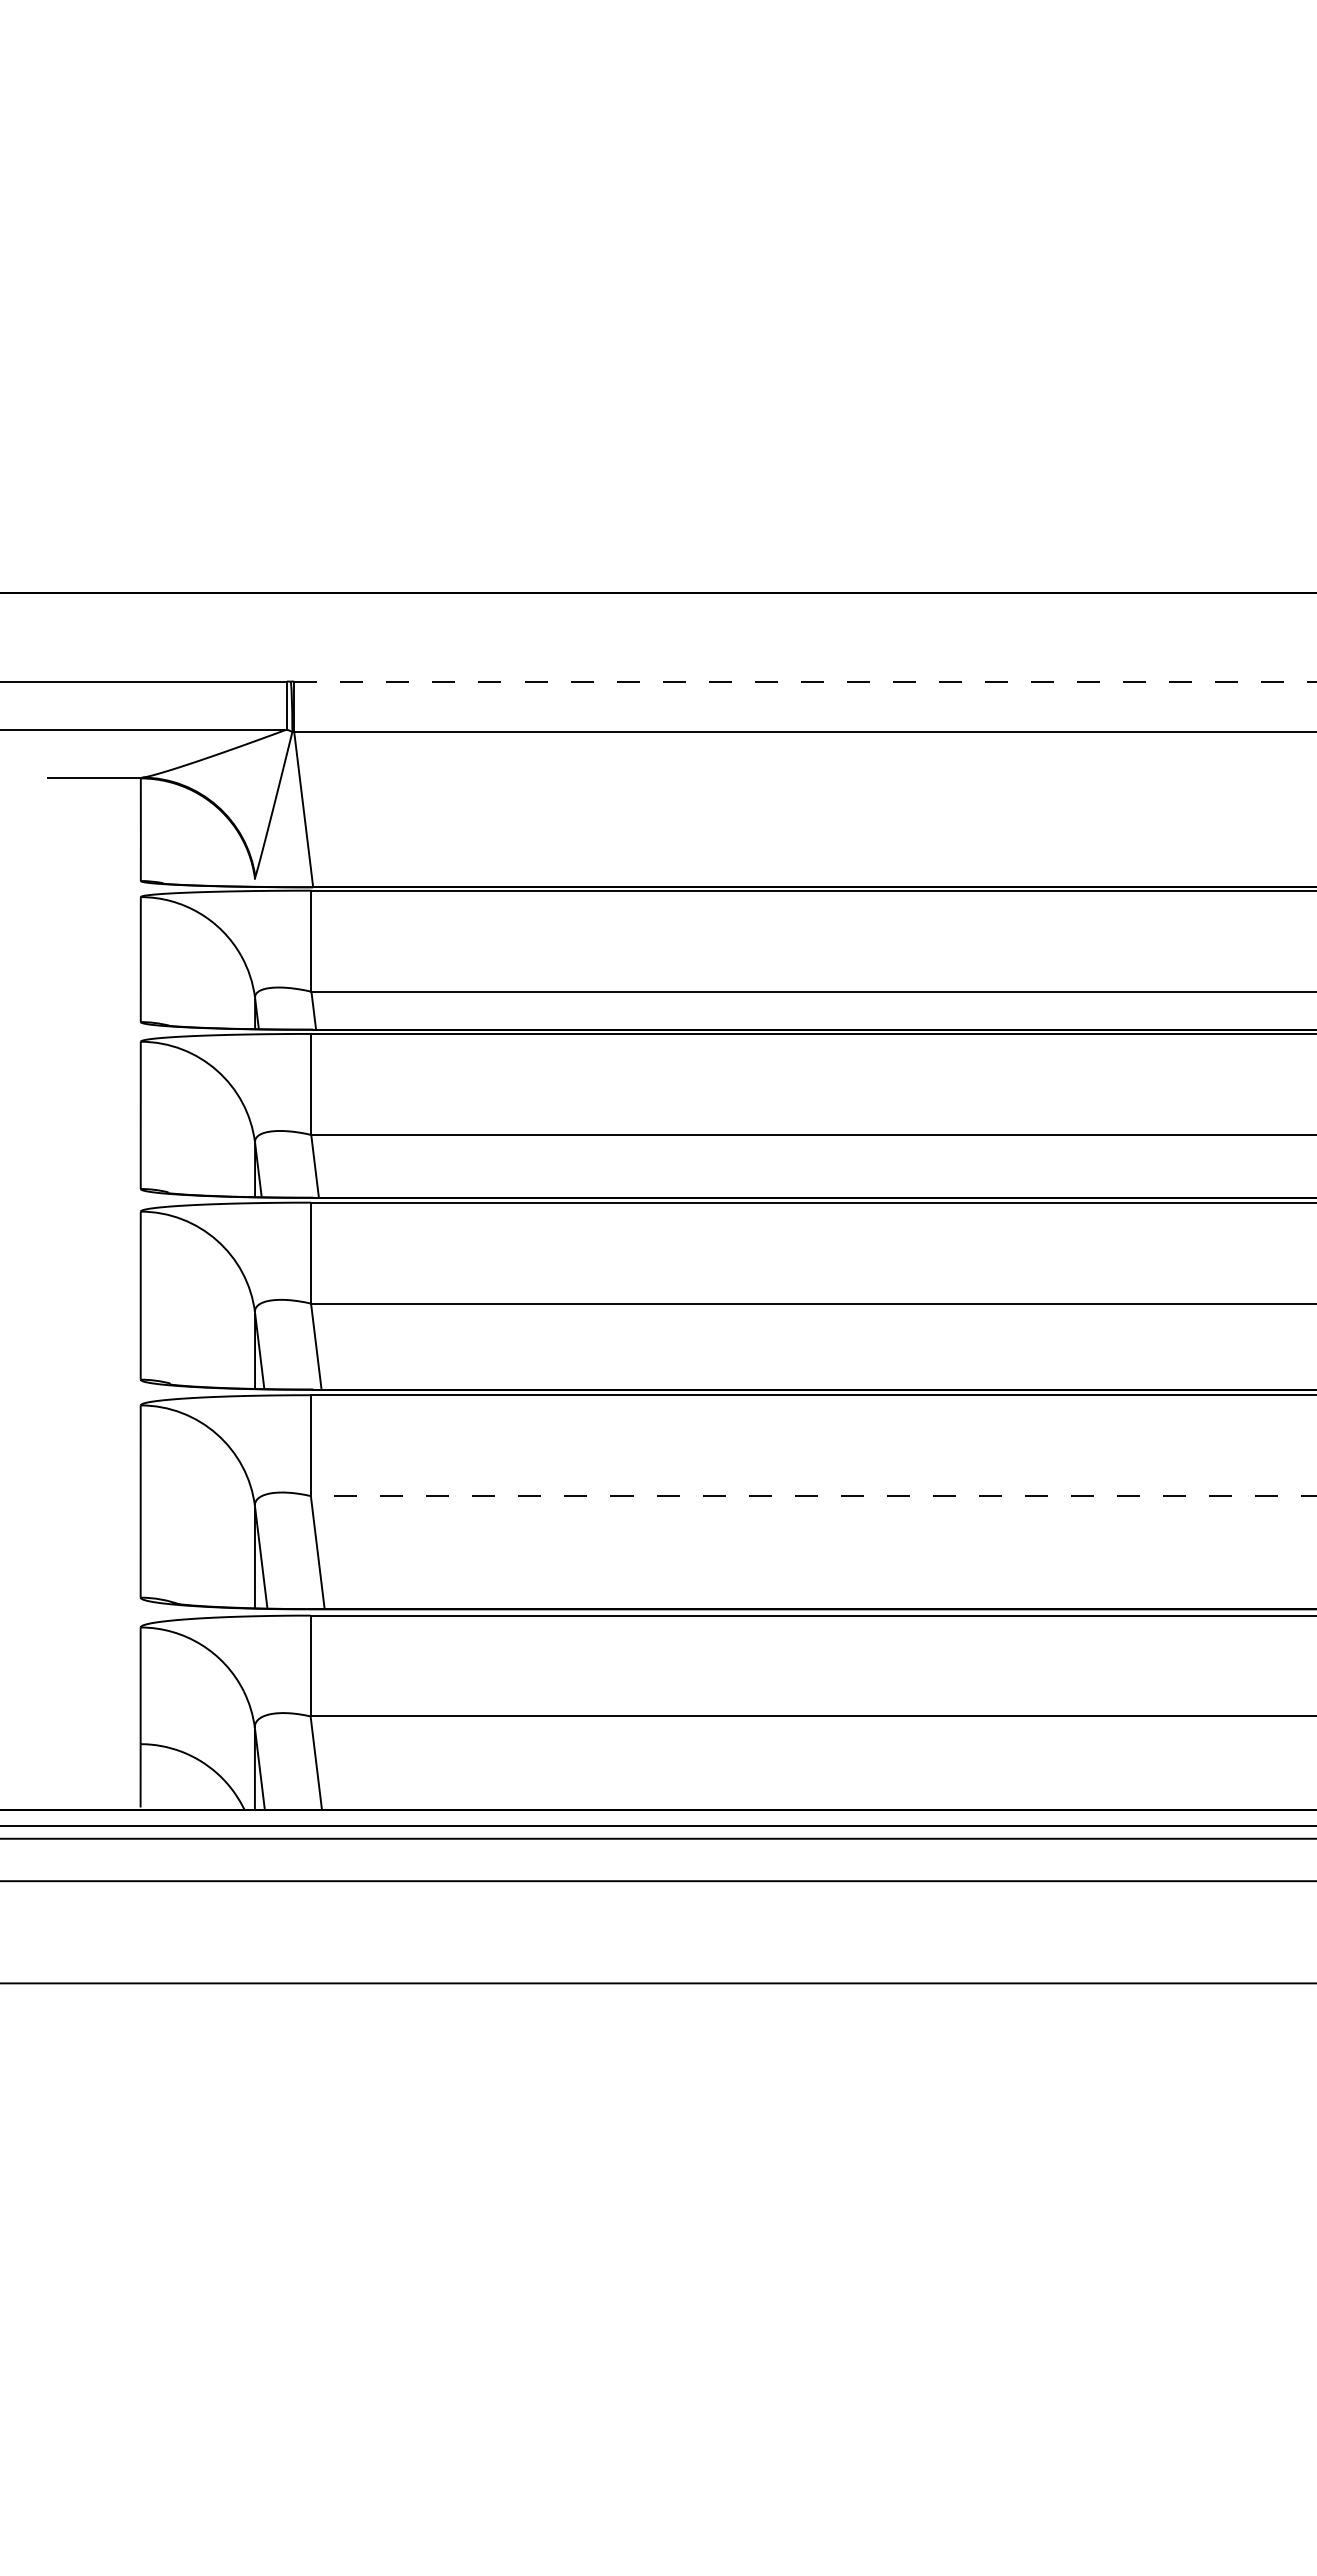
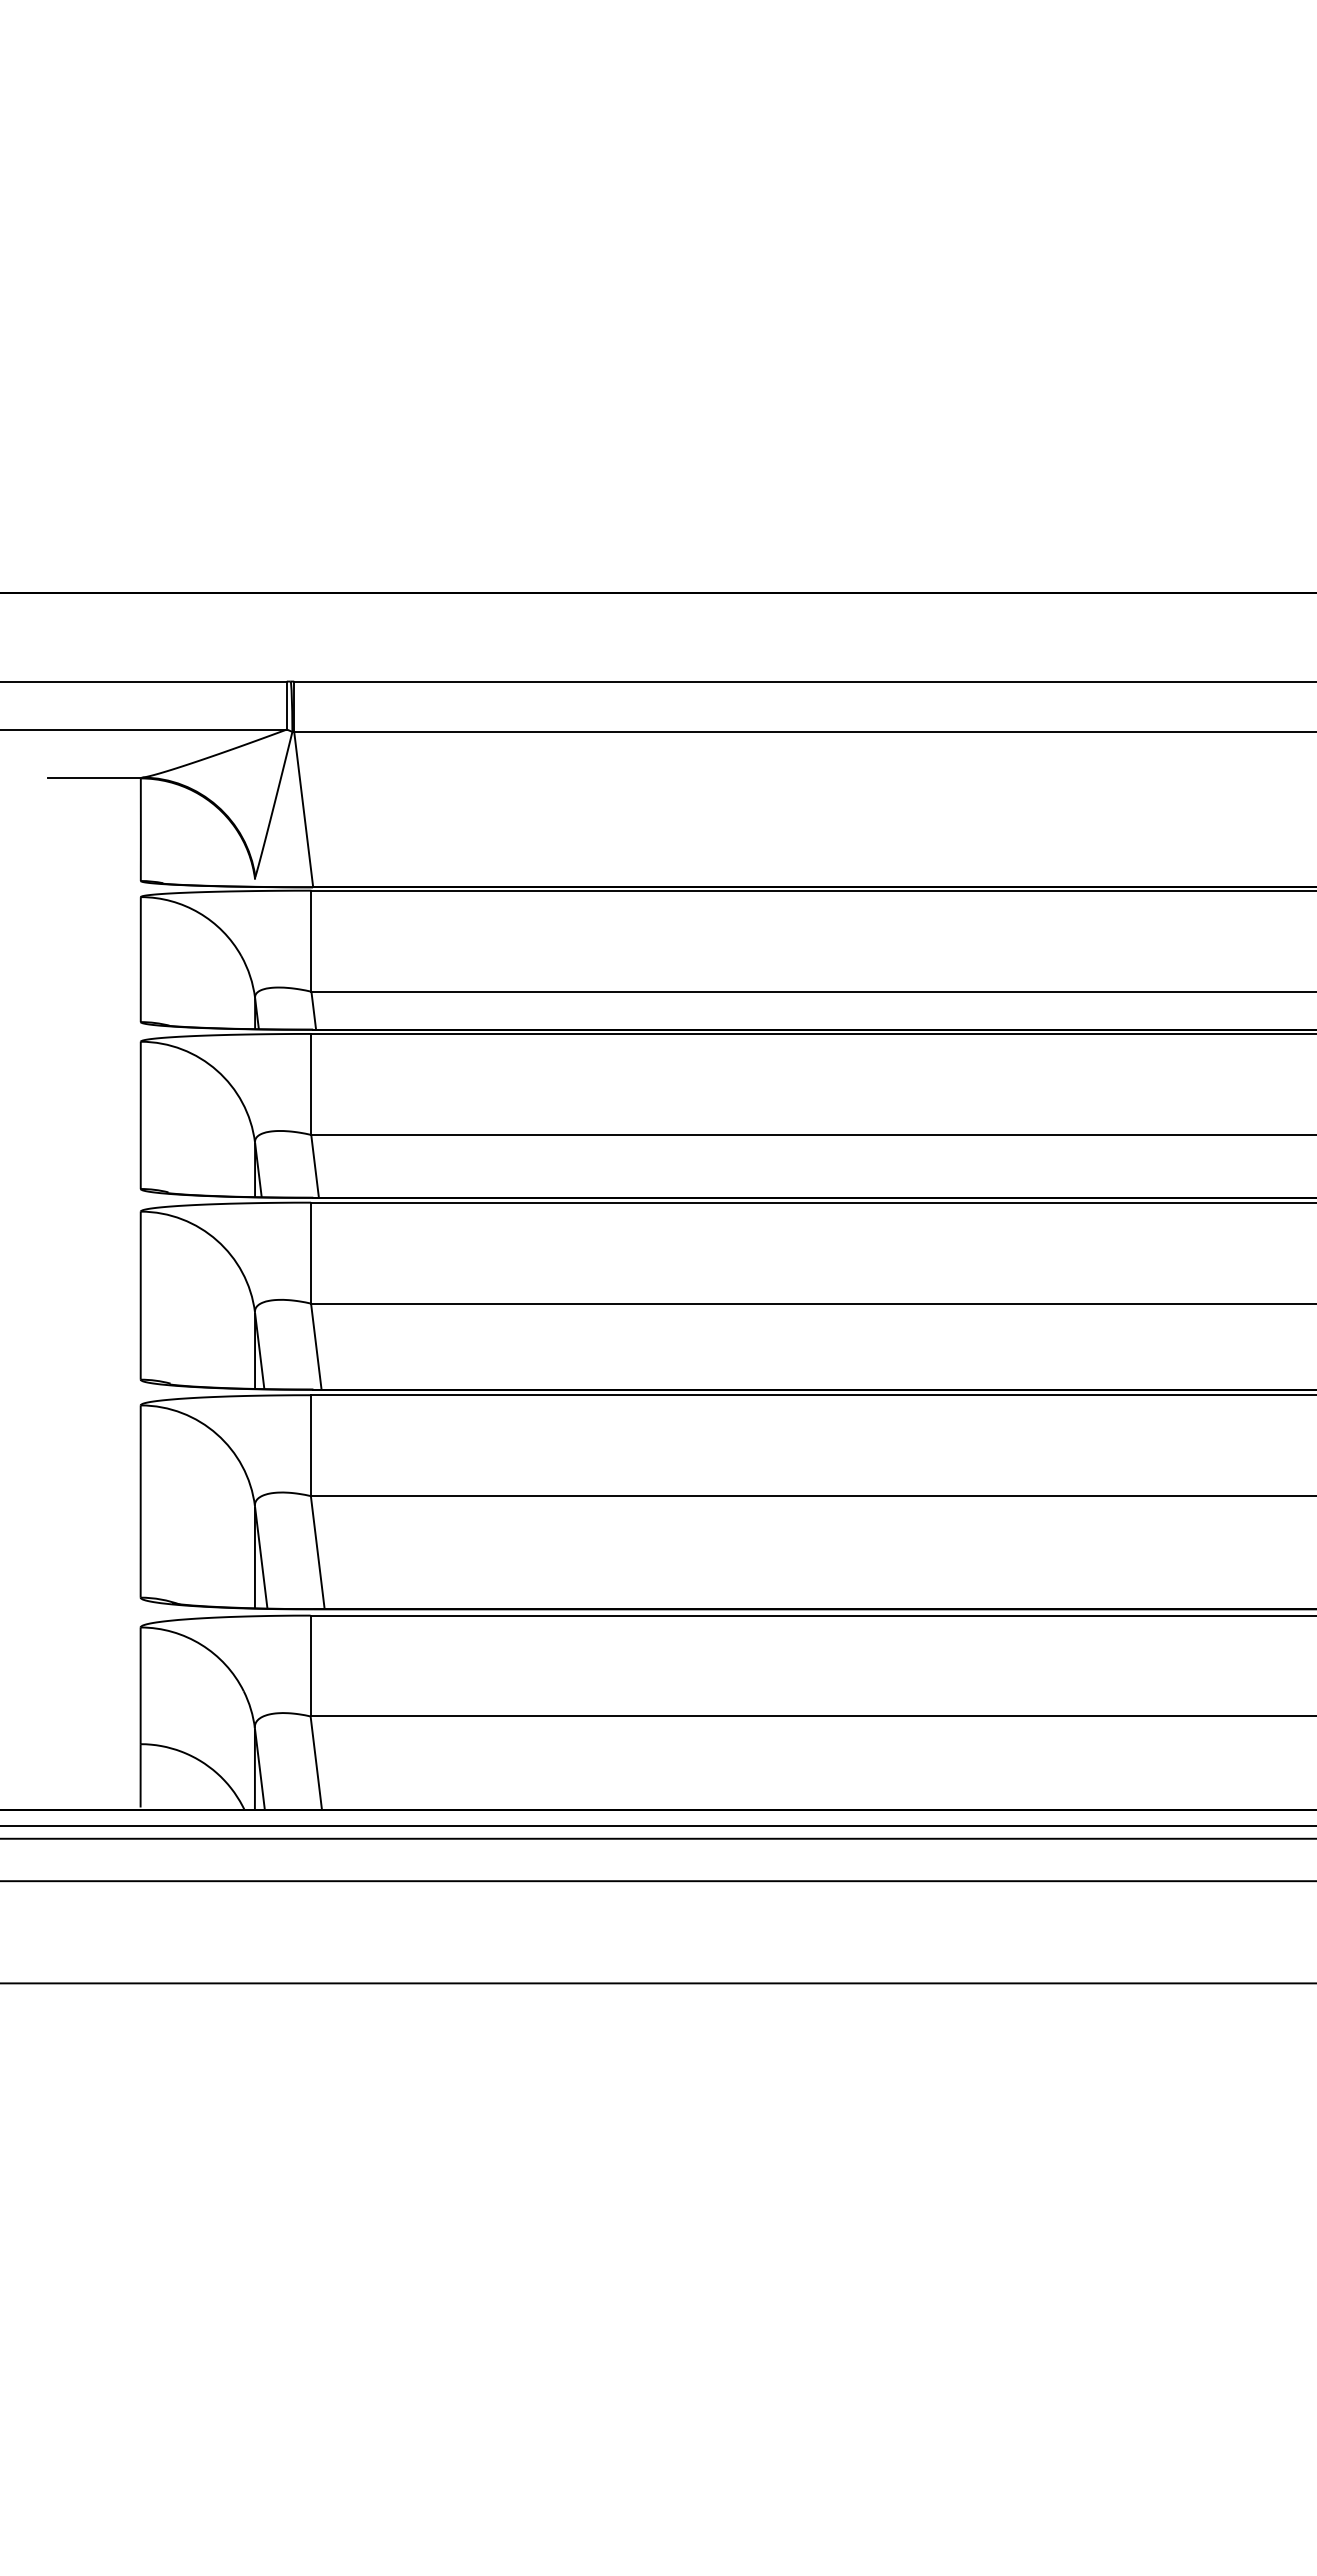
line at (805, 681): dashed -> solid
line at (813, 1496): dashed -> solid
